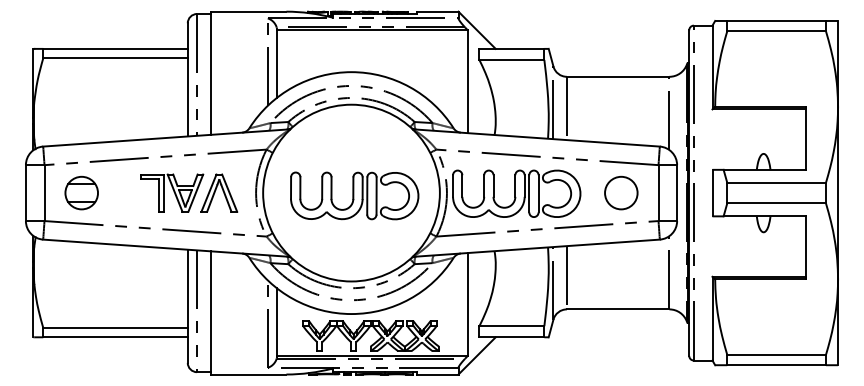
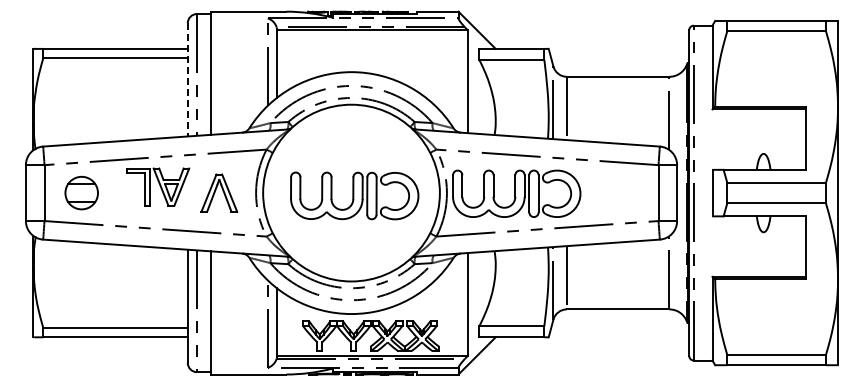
line at (187, 79): solid -> dashed
part at (172, 192) position: (172, 192) -> (158, 186)
circle at (621, 192): present -> none
